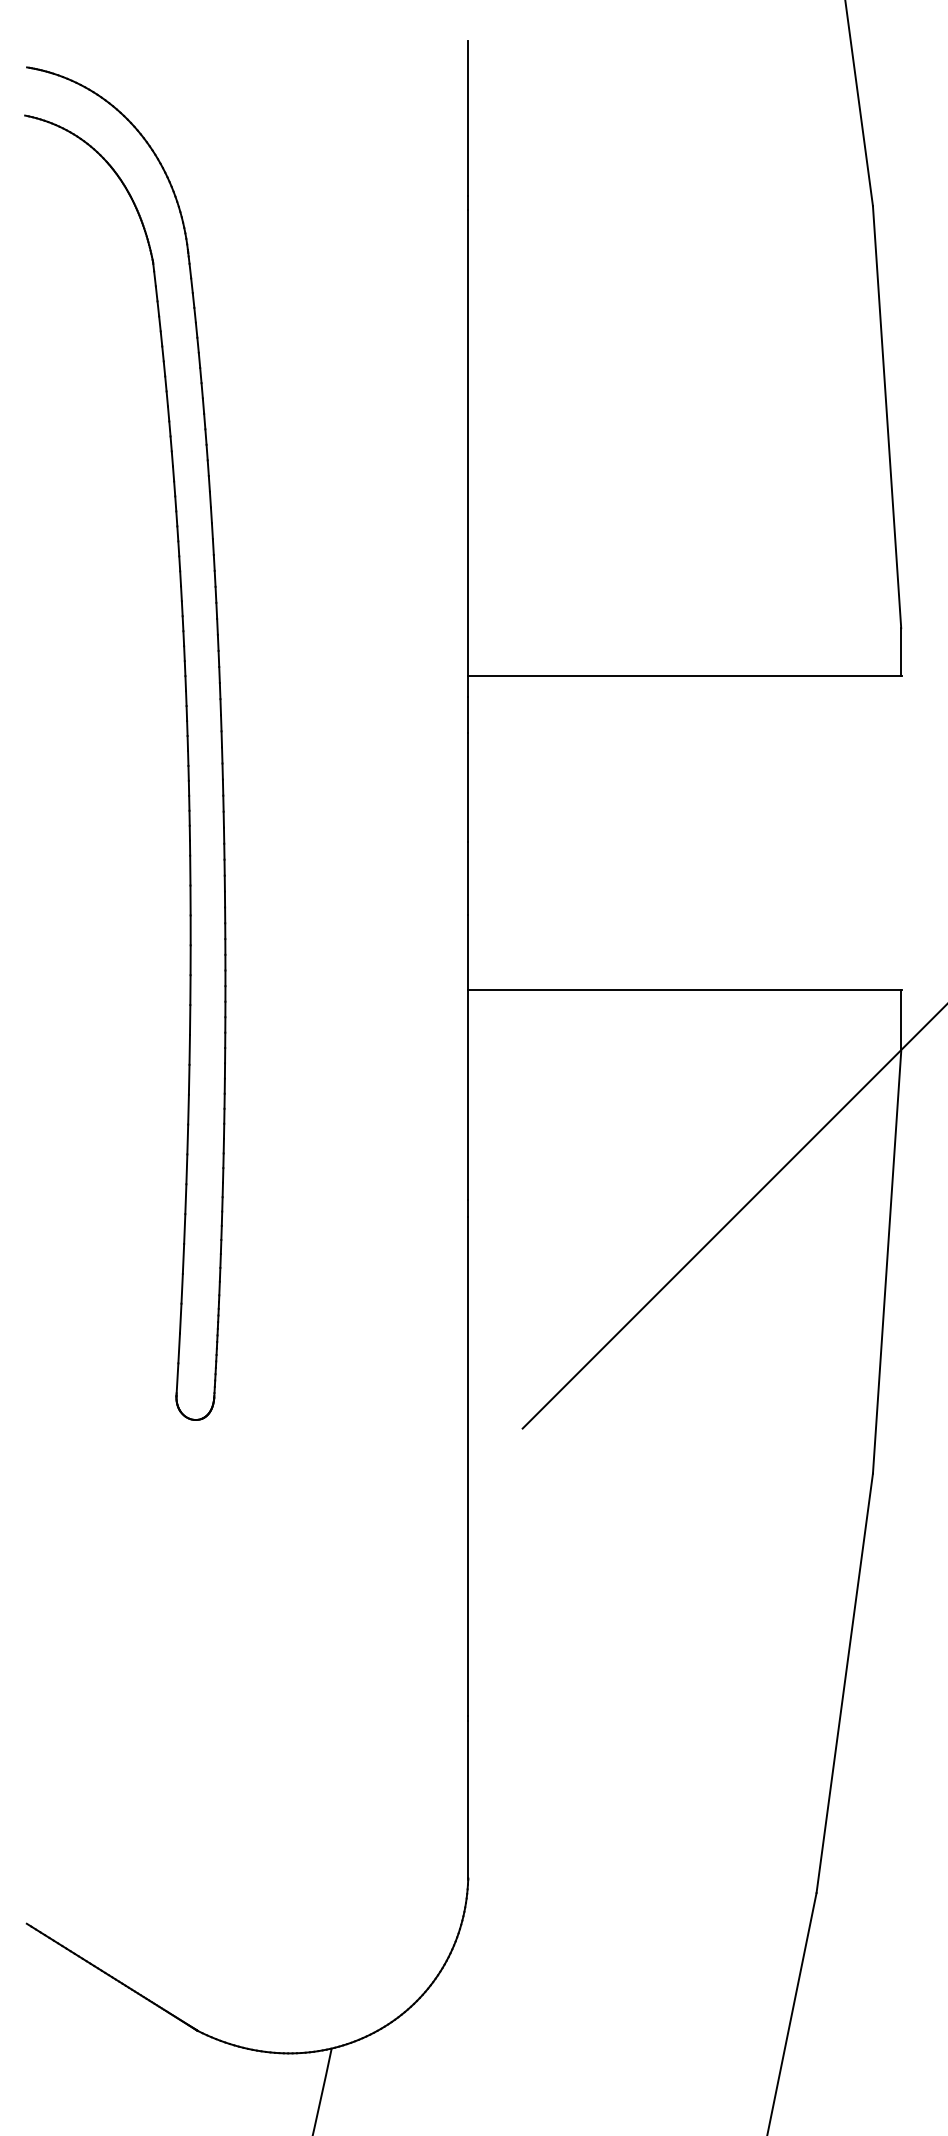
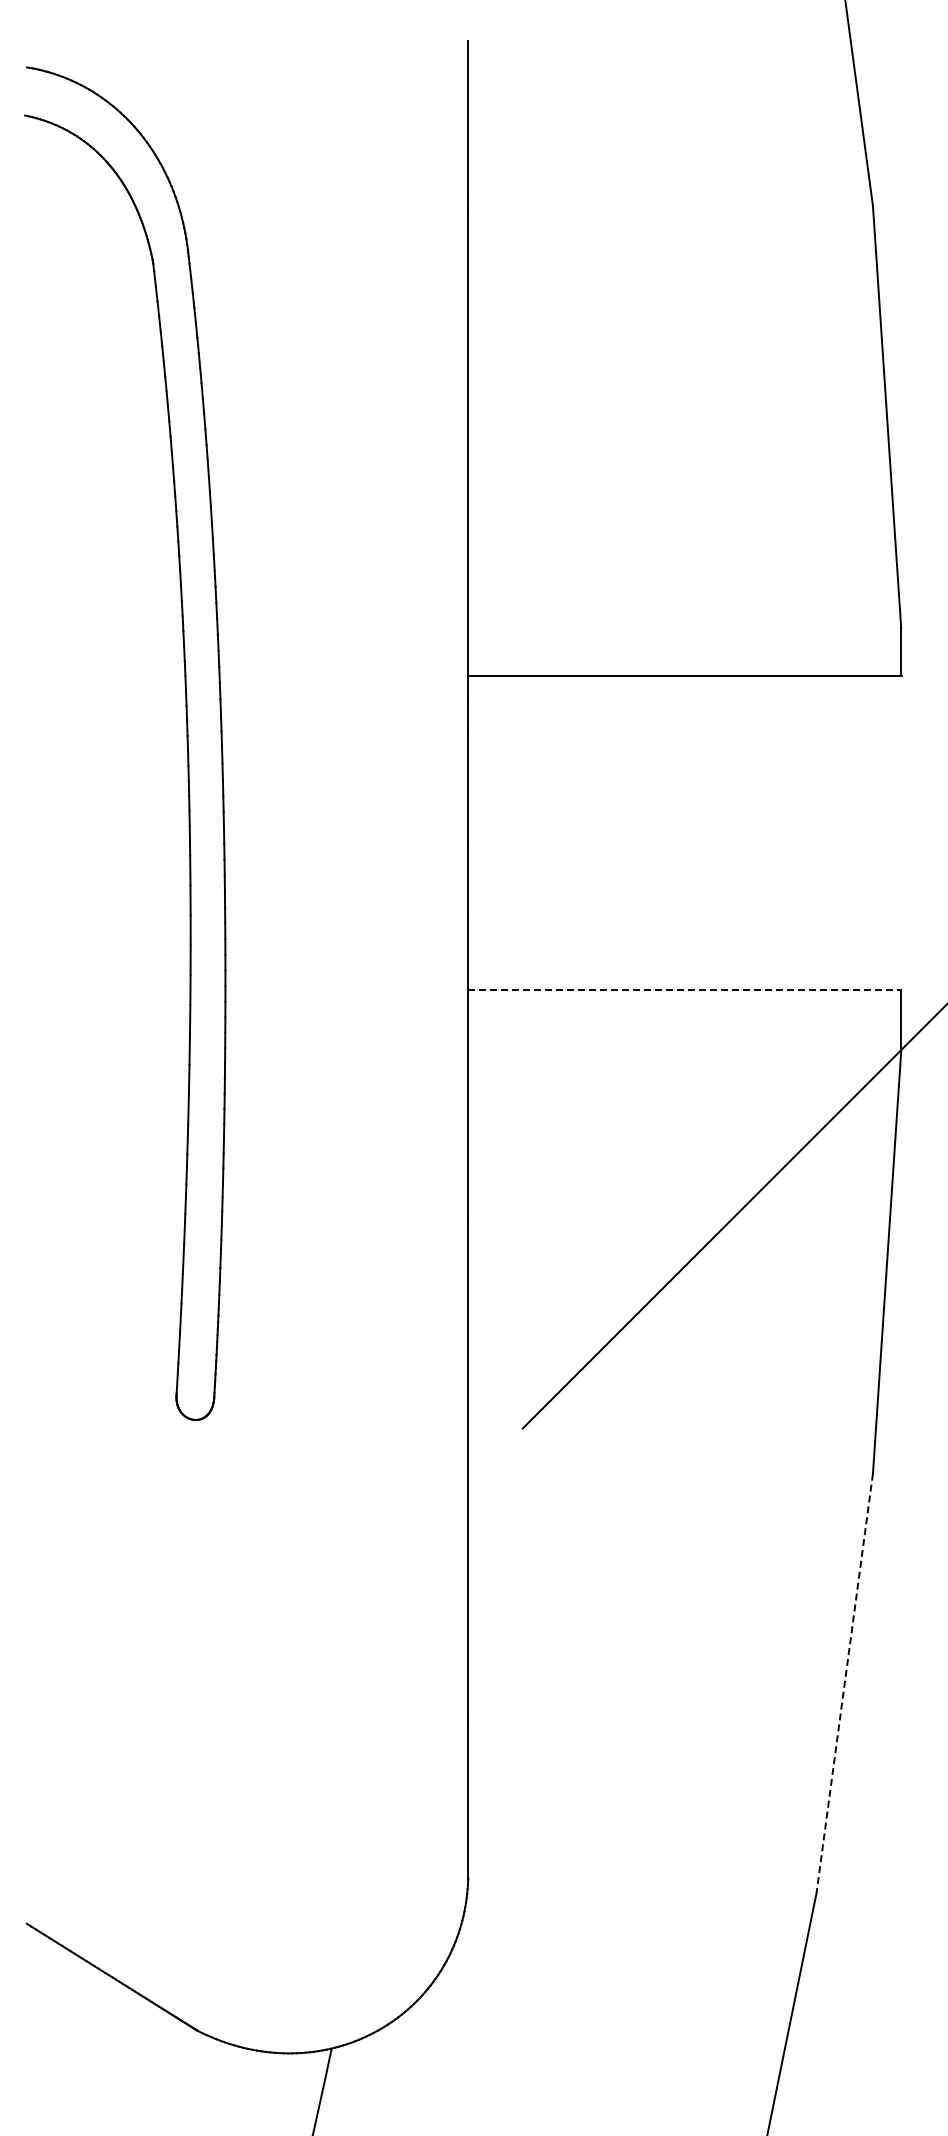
line at (685, 990): solid -> dashed
line at (844, 1683): solid -> dashed
